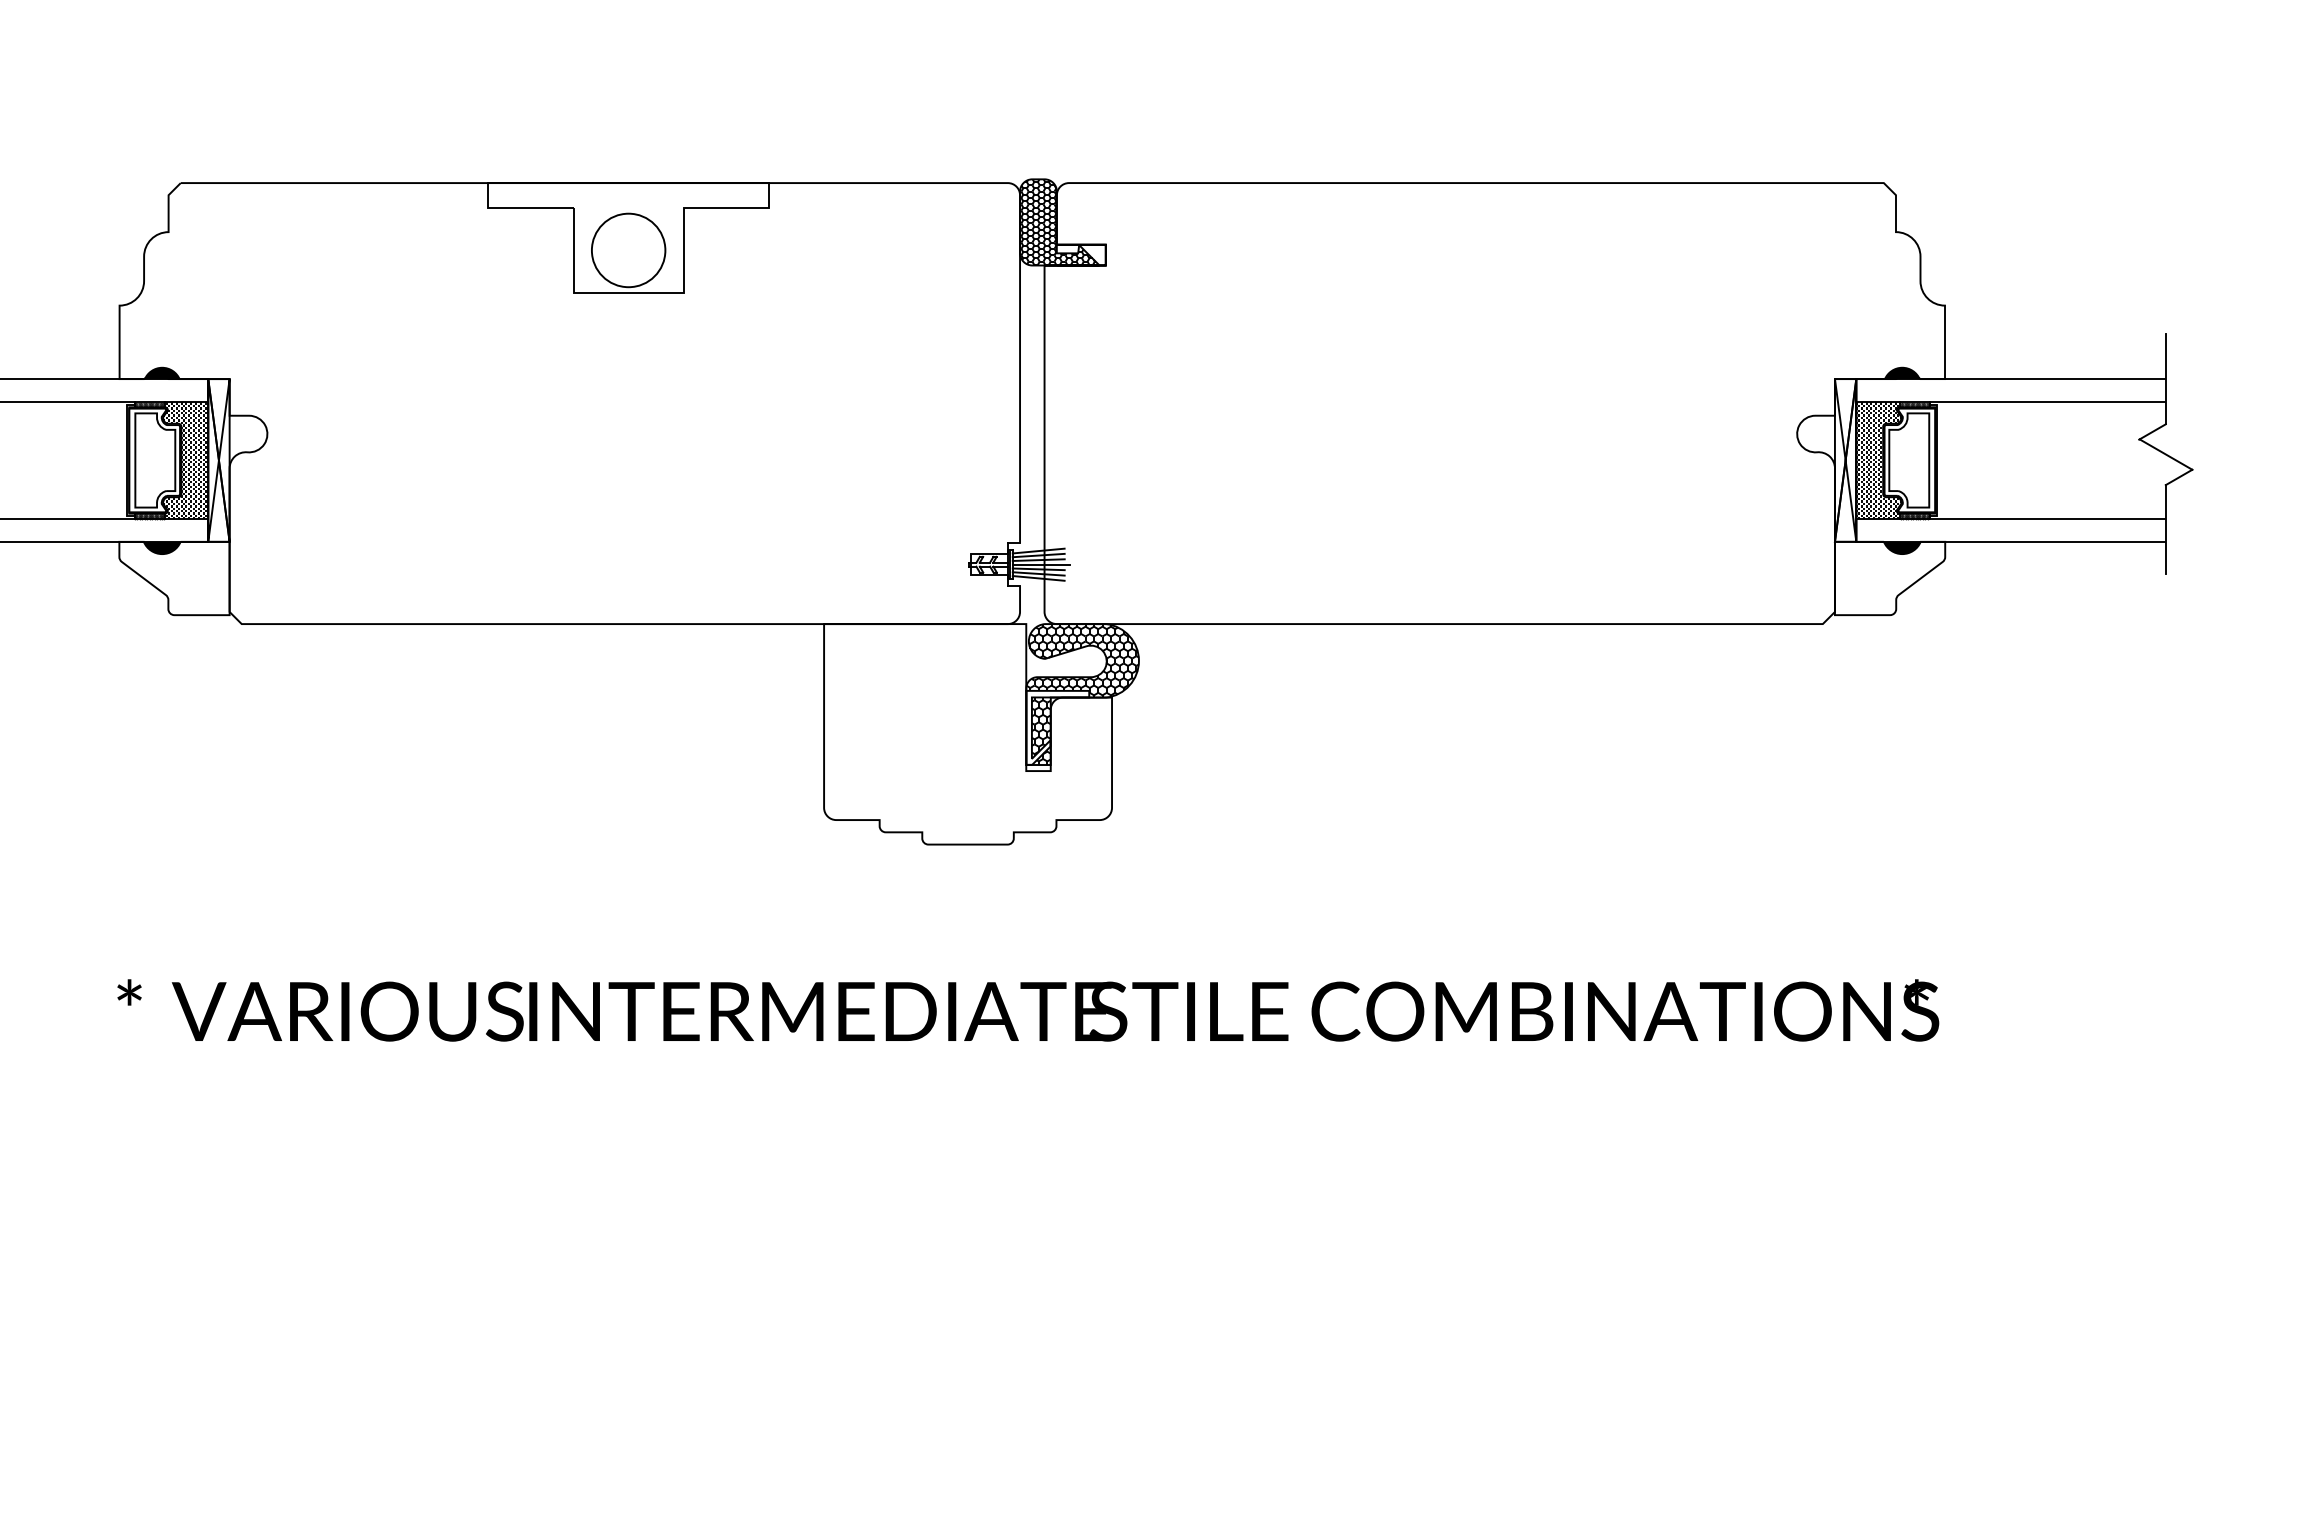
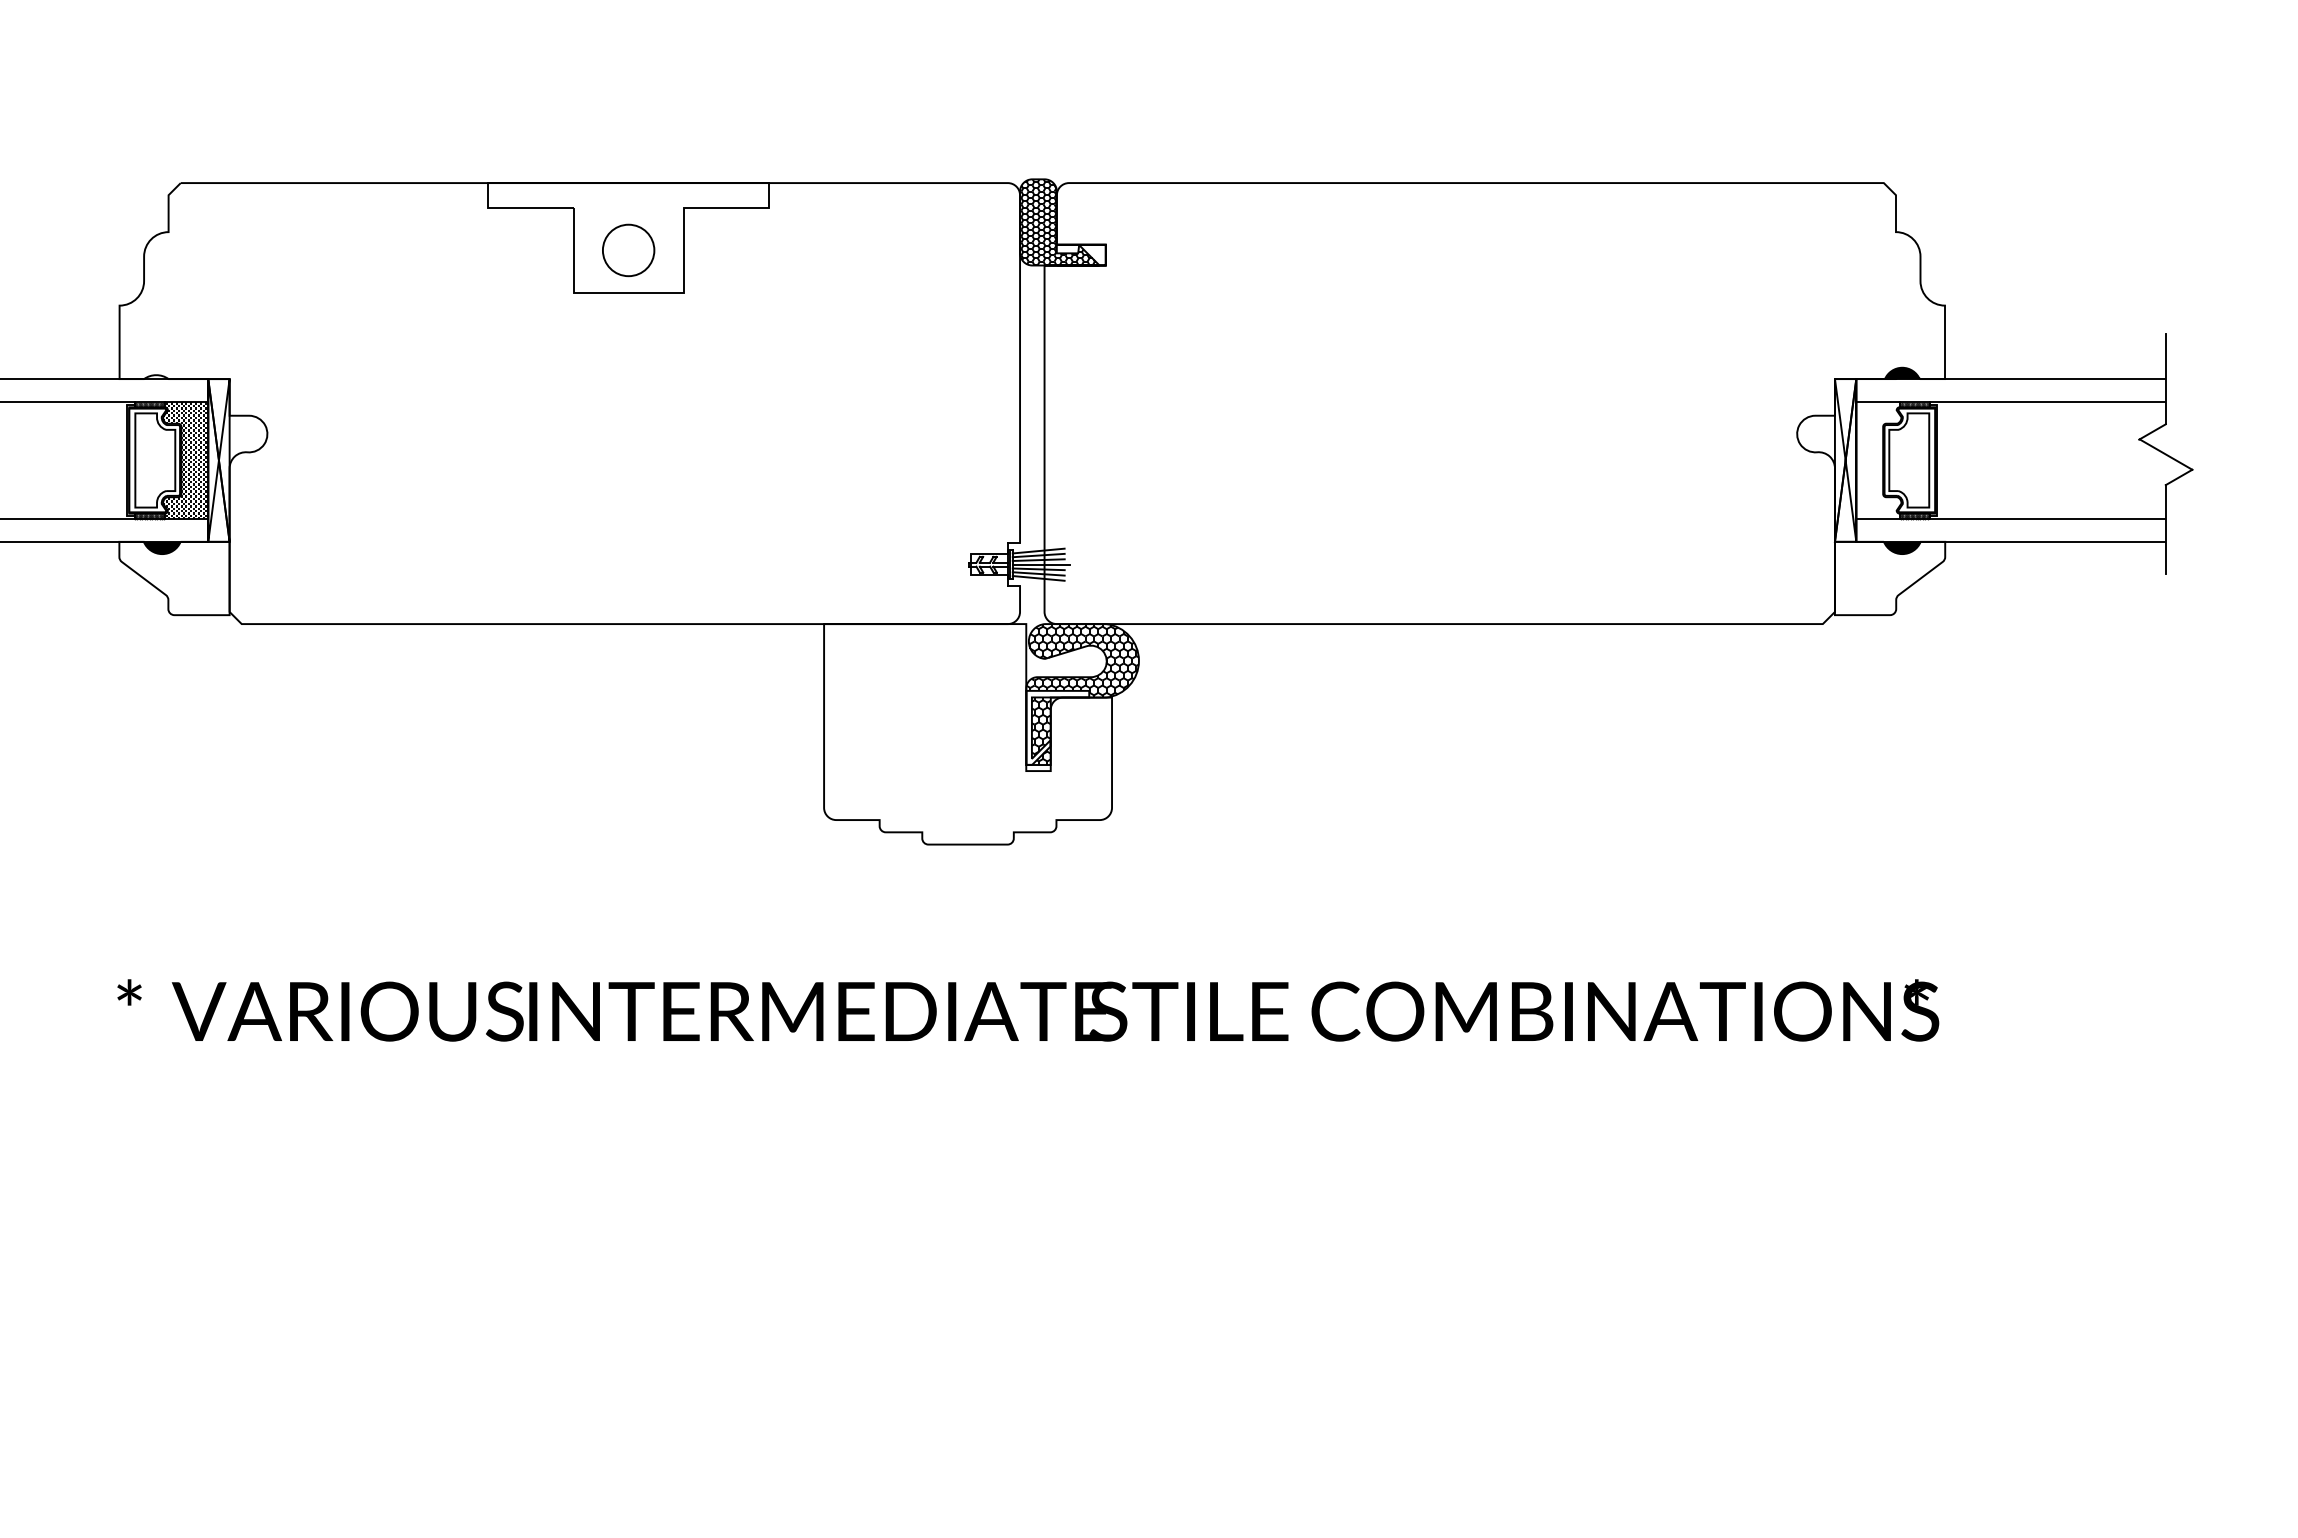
circle at (628, 250) diameter: 74 px -> 51 px
fill at (161, 372): present -> none
hatch at (1878, 460): present -> none
